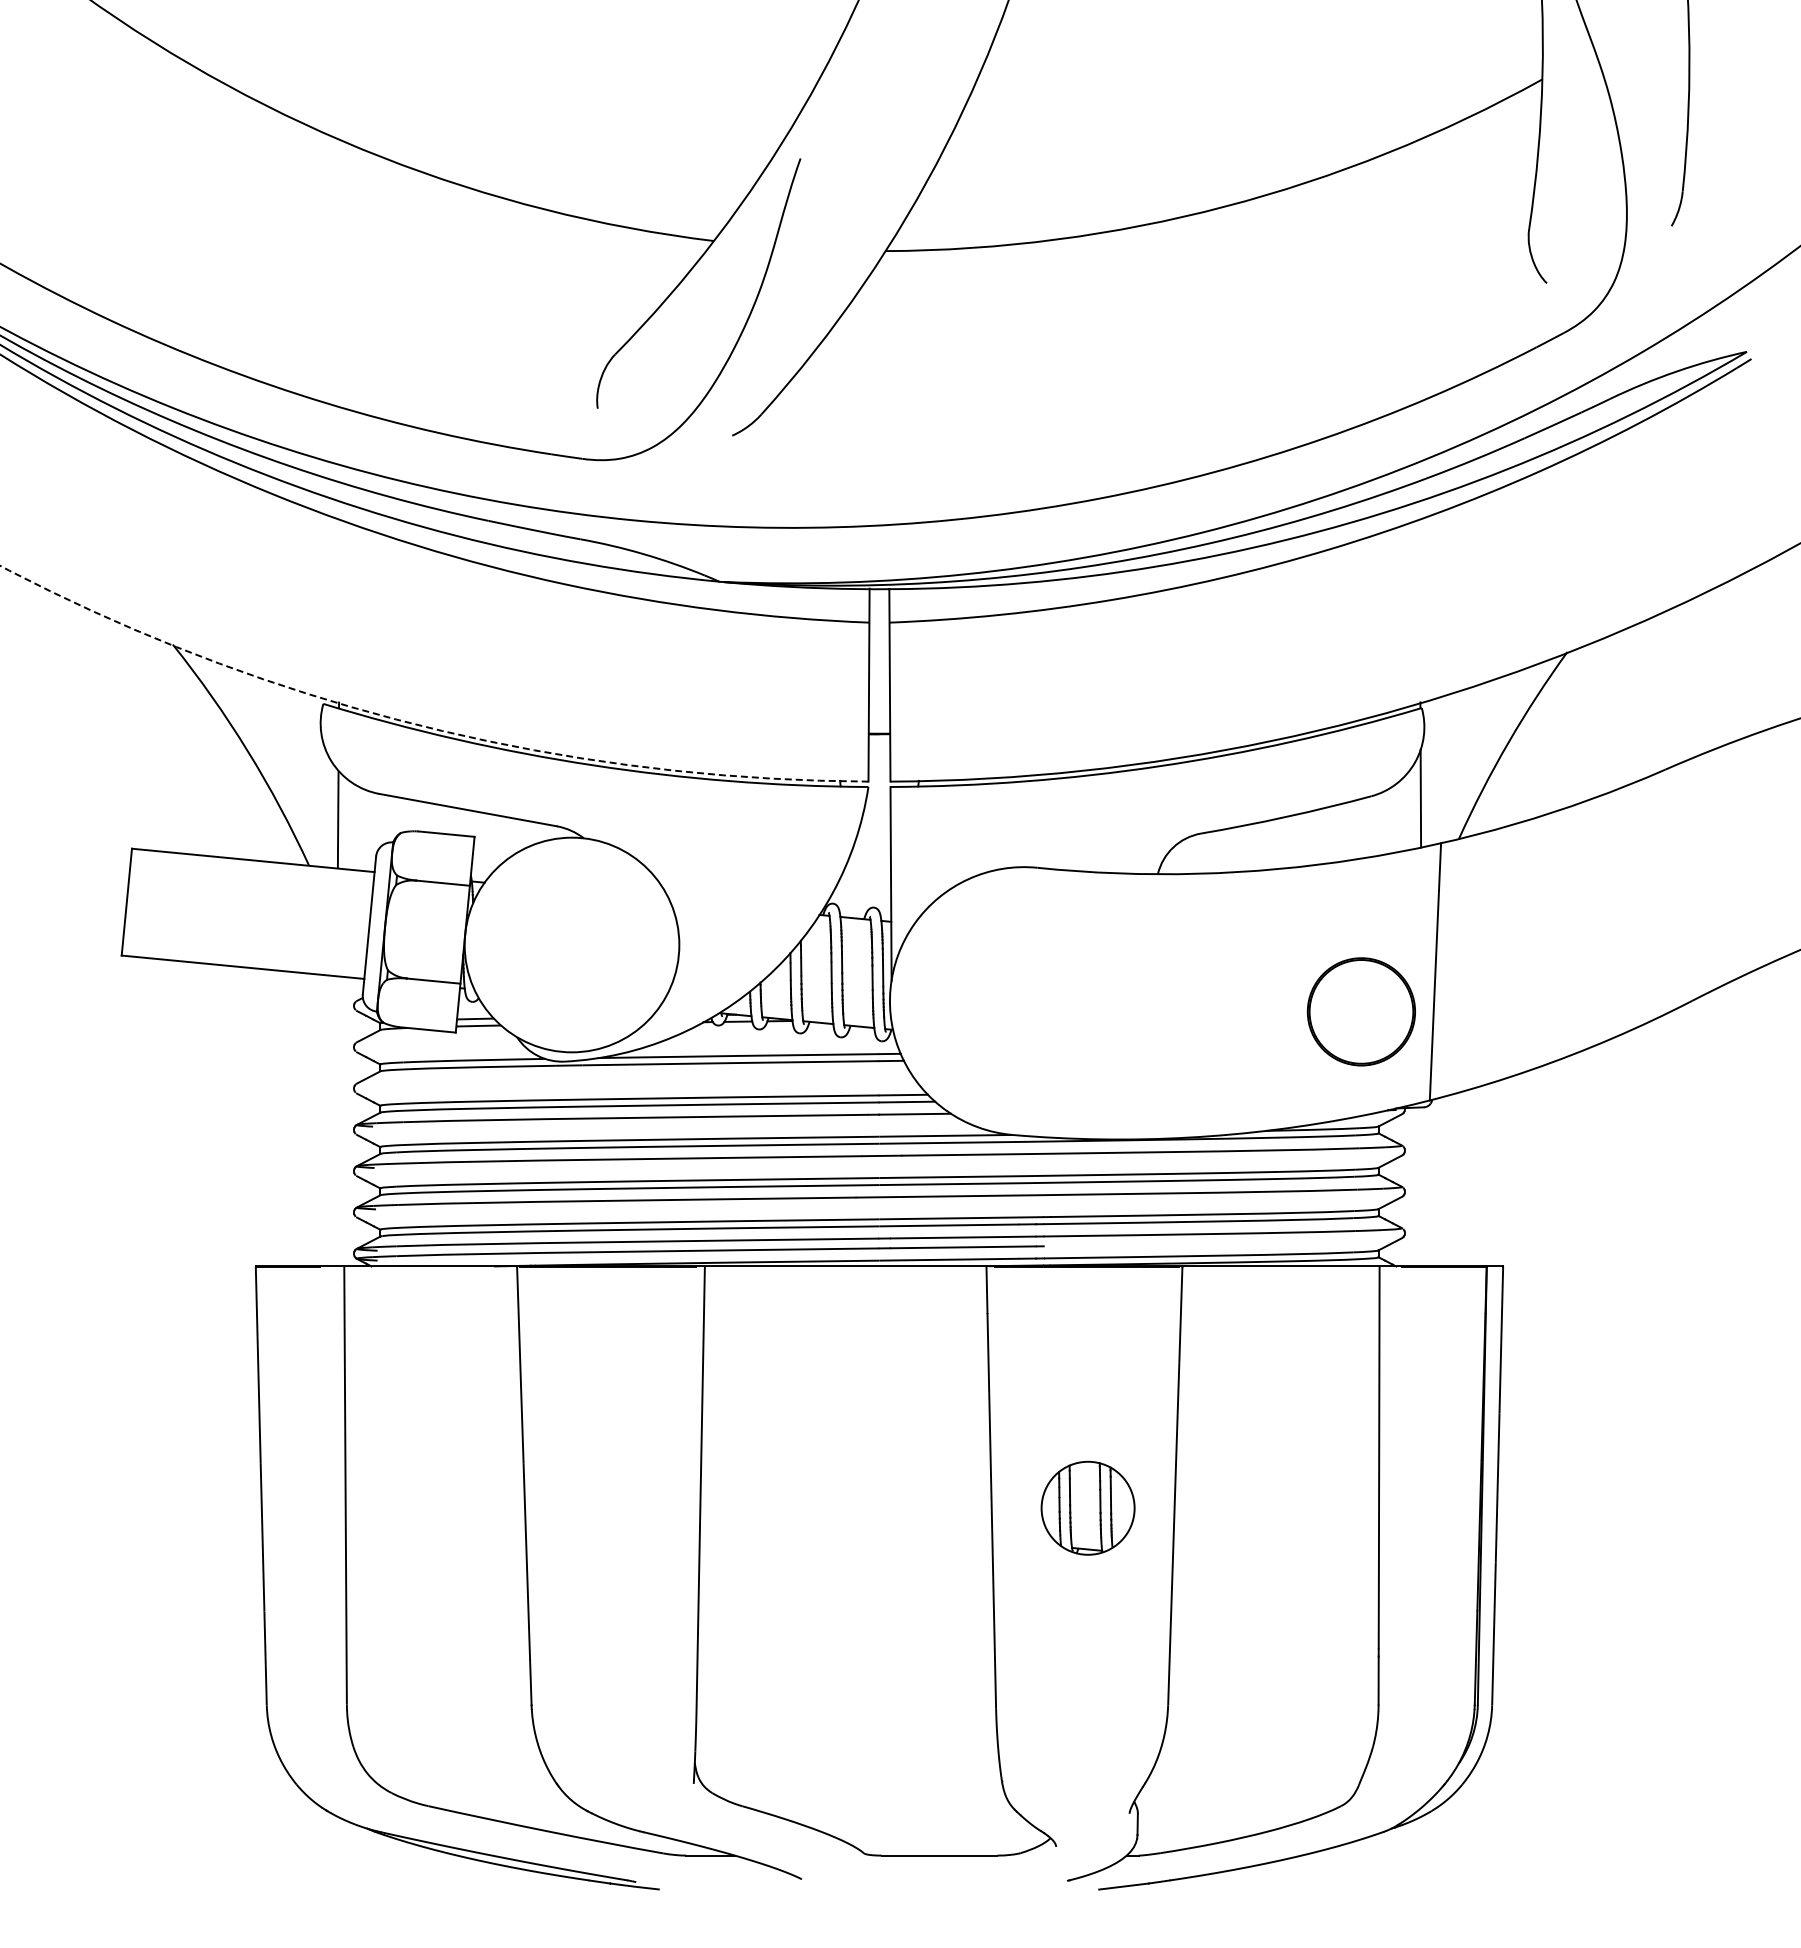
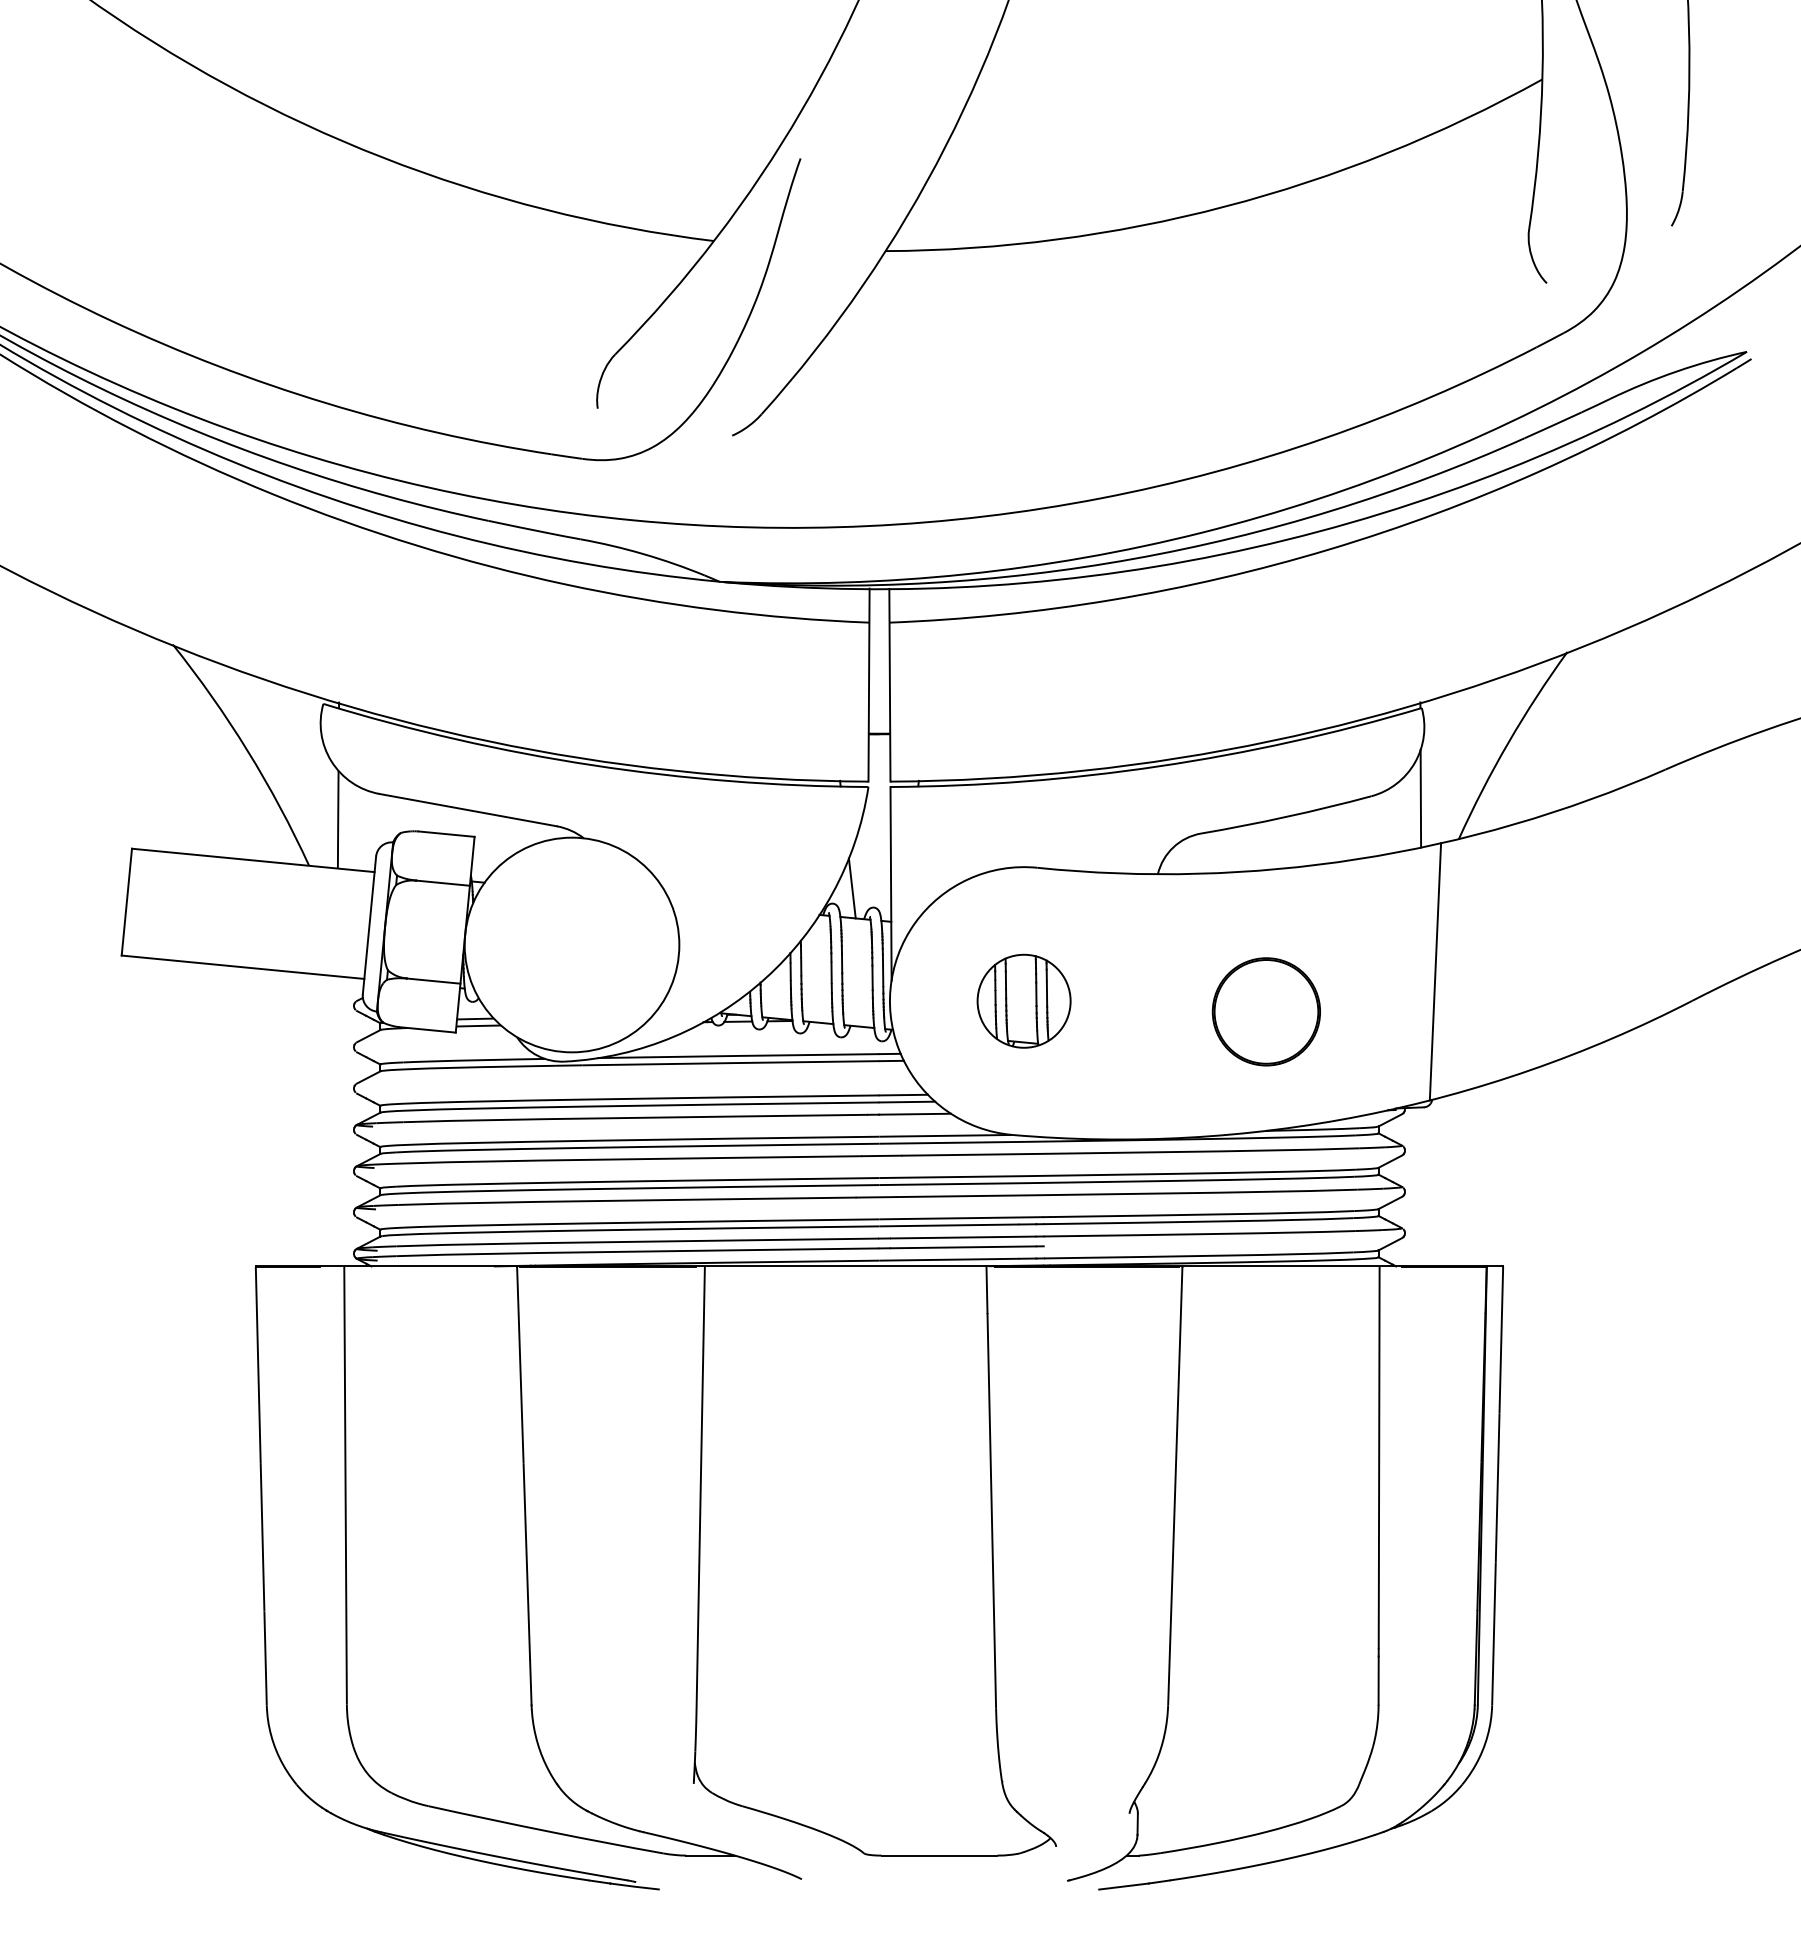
arc at (420, 725): dashed -> solid
line at (851, 888): none -> present
part at (1360, 1011) position: (1360, 1011) -> (1265, 1011)
part at (1087, 1507) position: (1087, 1507) -> (1023, 1000)
